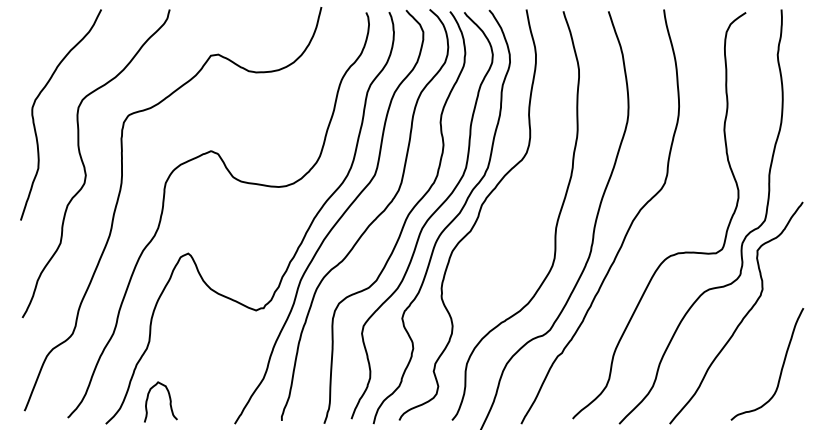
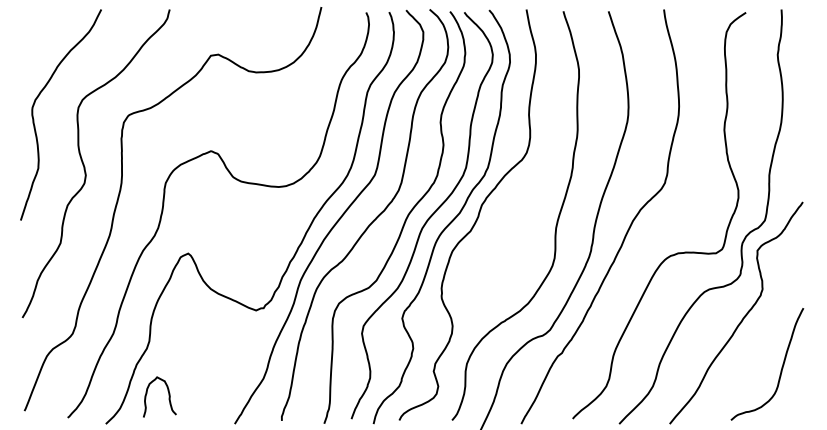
curve at (169, 401) position: (169, 401) -> (168, 396)
